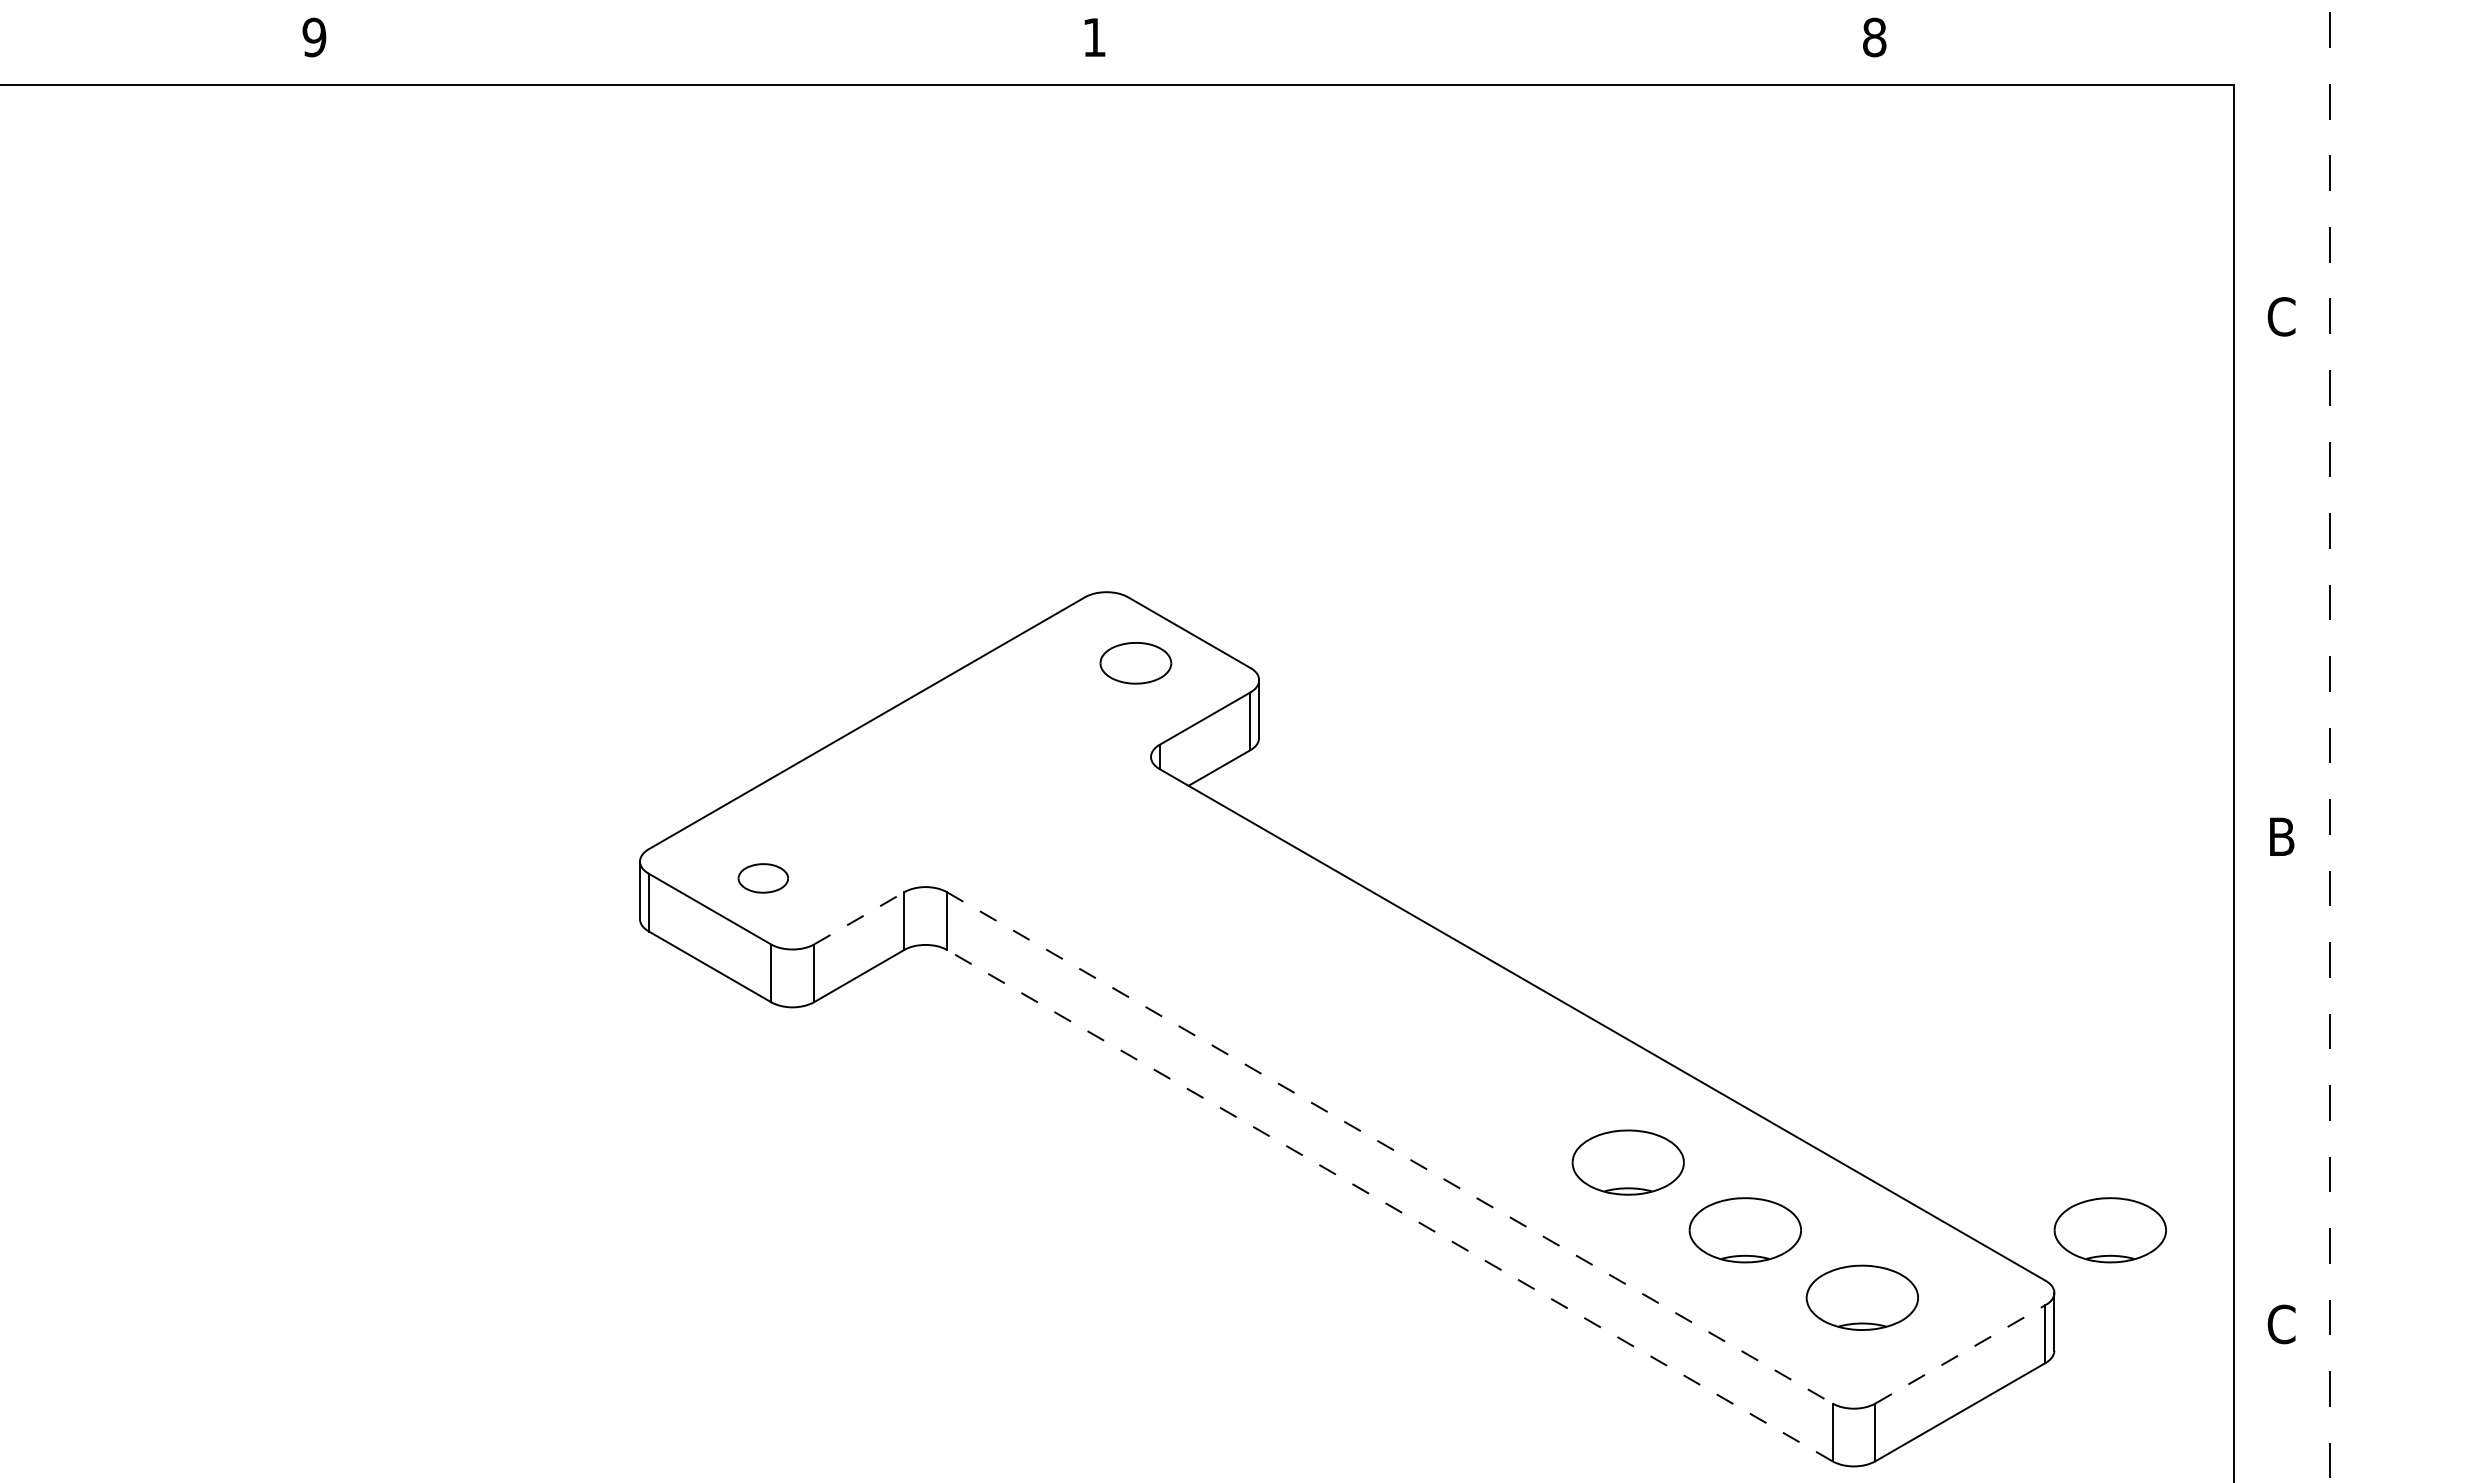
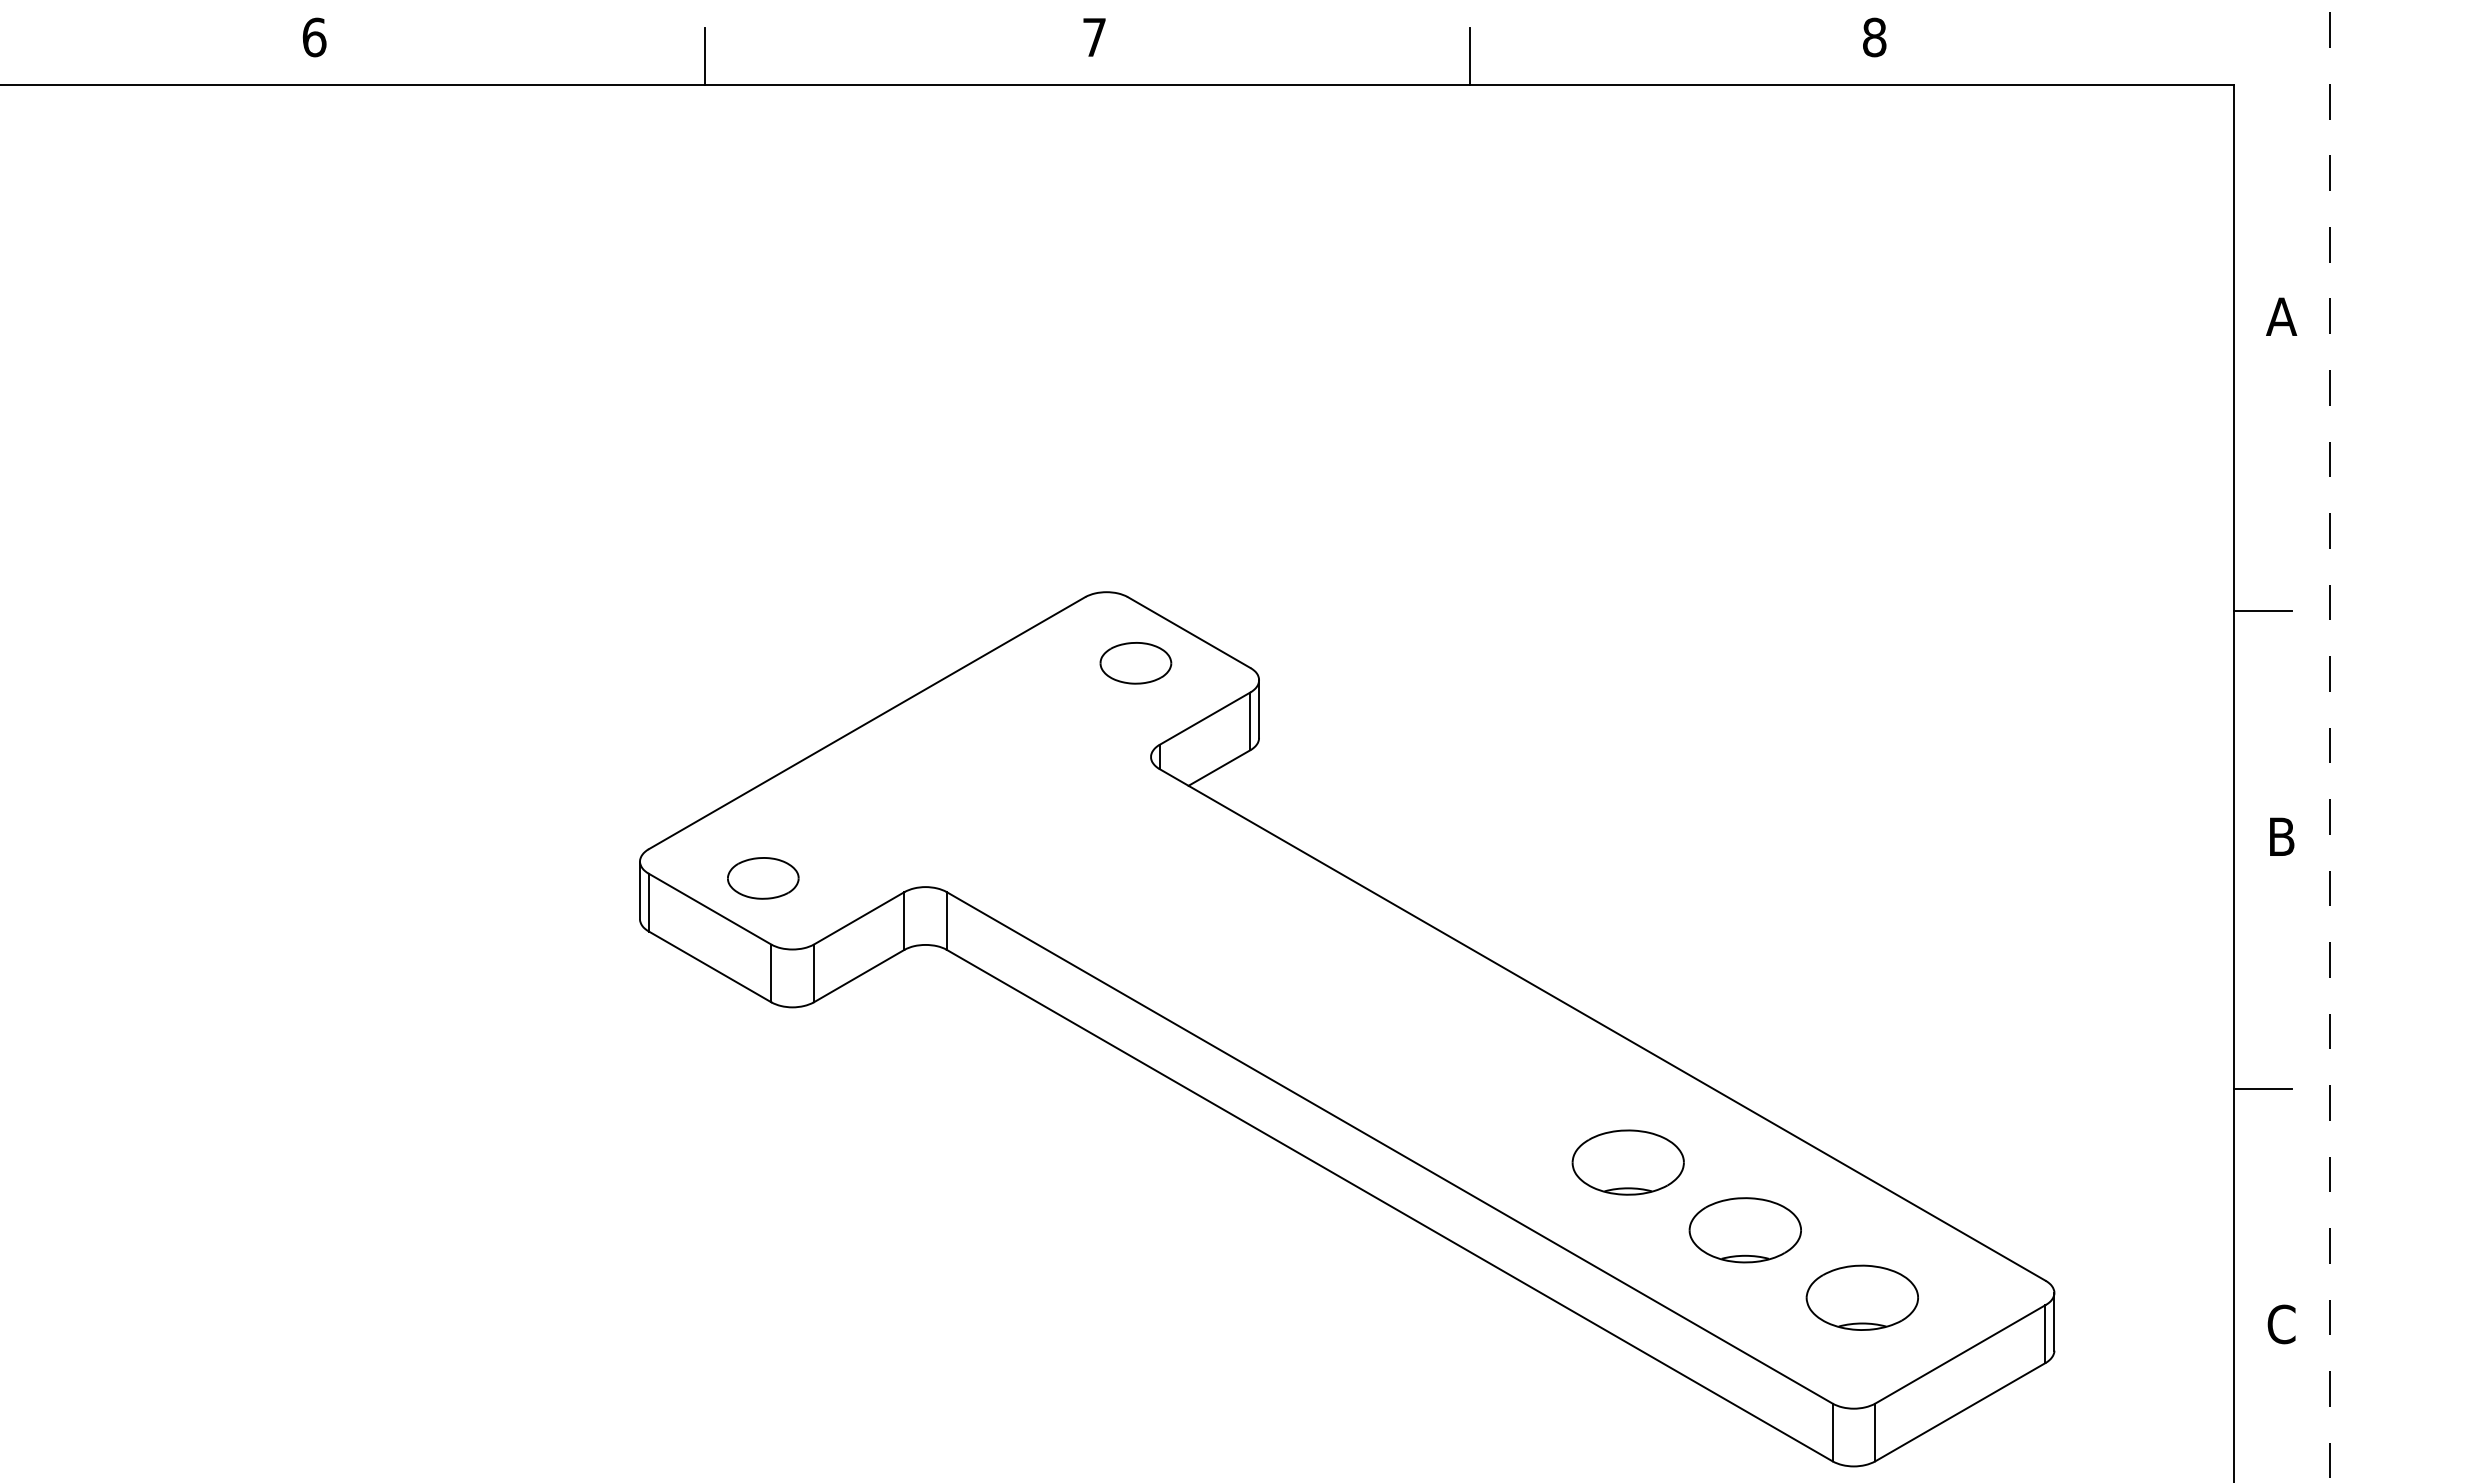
text at (314, 37): 9 -> 6
text at (1094, 37): 1 -> 7
line at (704, 55): none -> present
line at (1469, 55): none -> present
text at (2281, 316): C -> A
line at (2262, 610): none -> present
part at (762, 878) size: 52x31 px -> 73x43 px
line at (859, 918): dashed -> solid
line at (2262, 1088): none -> present
line at (1390, 1148): dashed -> solid
line at (1389, 1205): dashed -> solid
part at (2109, 1230): present -> none
line at (1960, 1354): dashed -> solid
